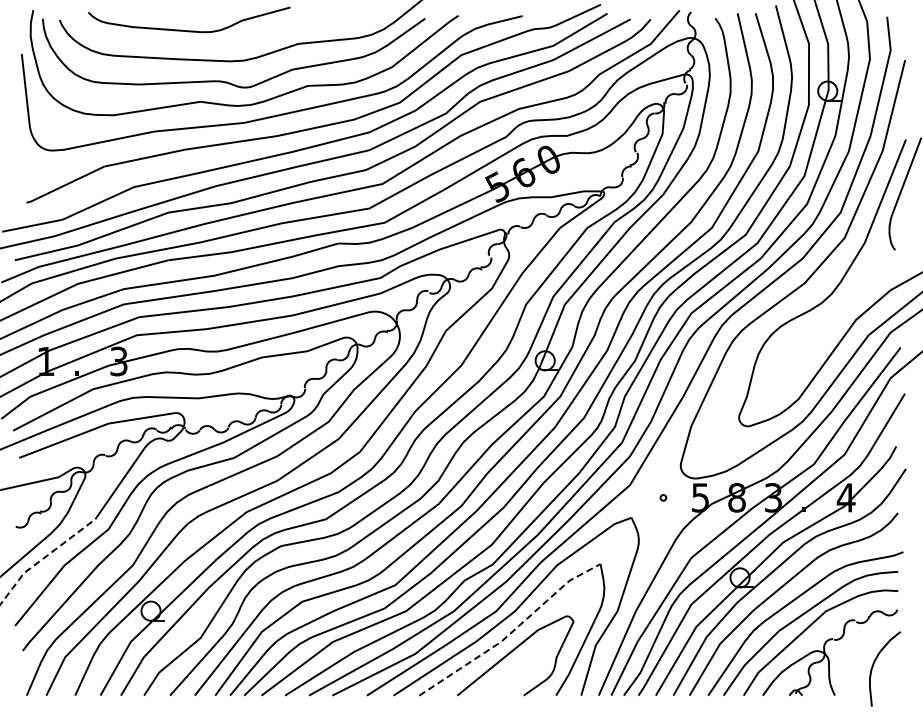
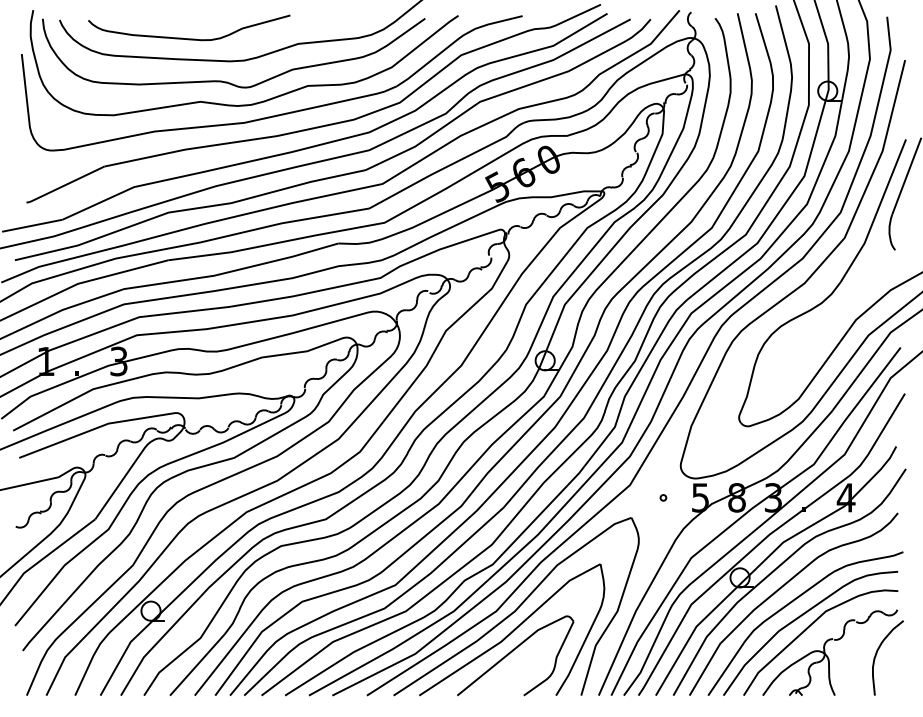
curve at (189, 30) position: (189, 30) -> (189, 38)
line at (43, 558): dashed -> solid
line at (512, 631): dashed -> solid
curve at (874, 664) position: (874, 664) -> (877, 653)
